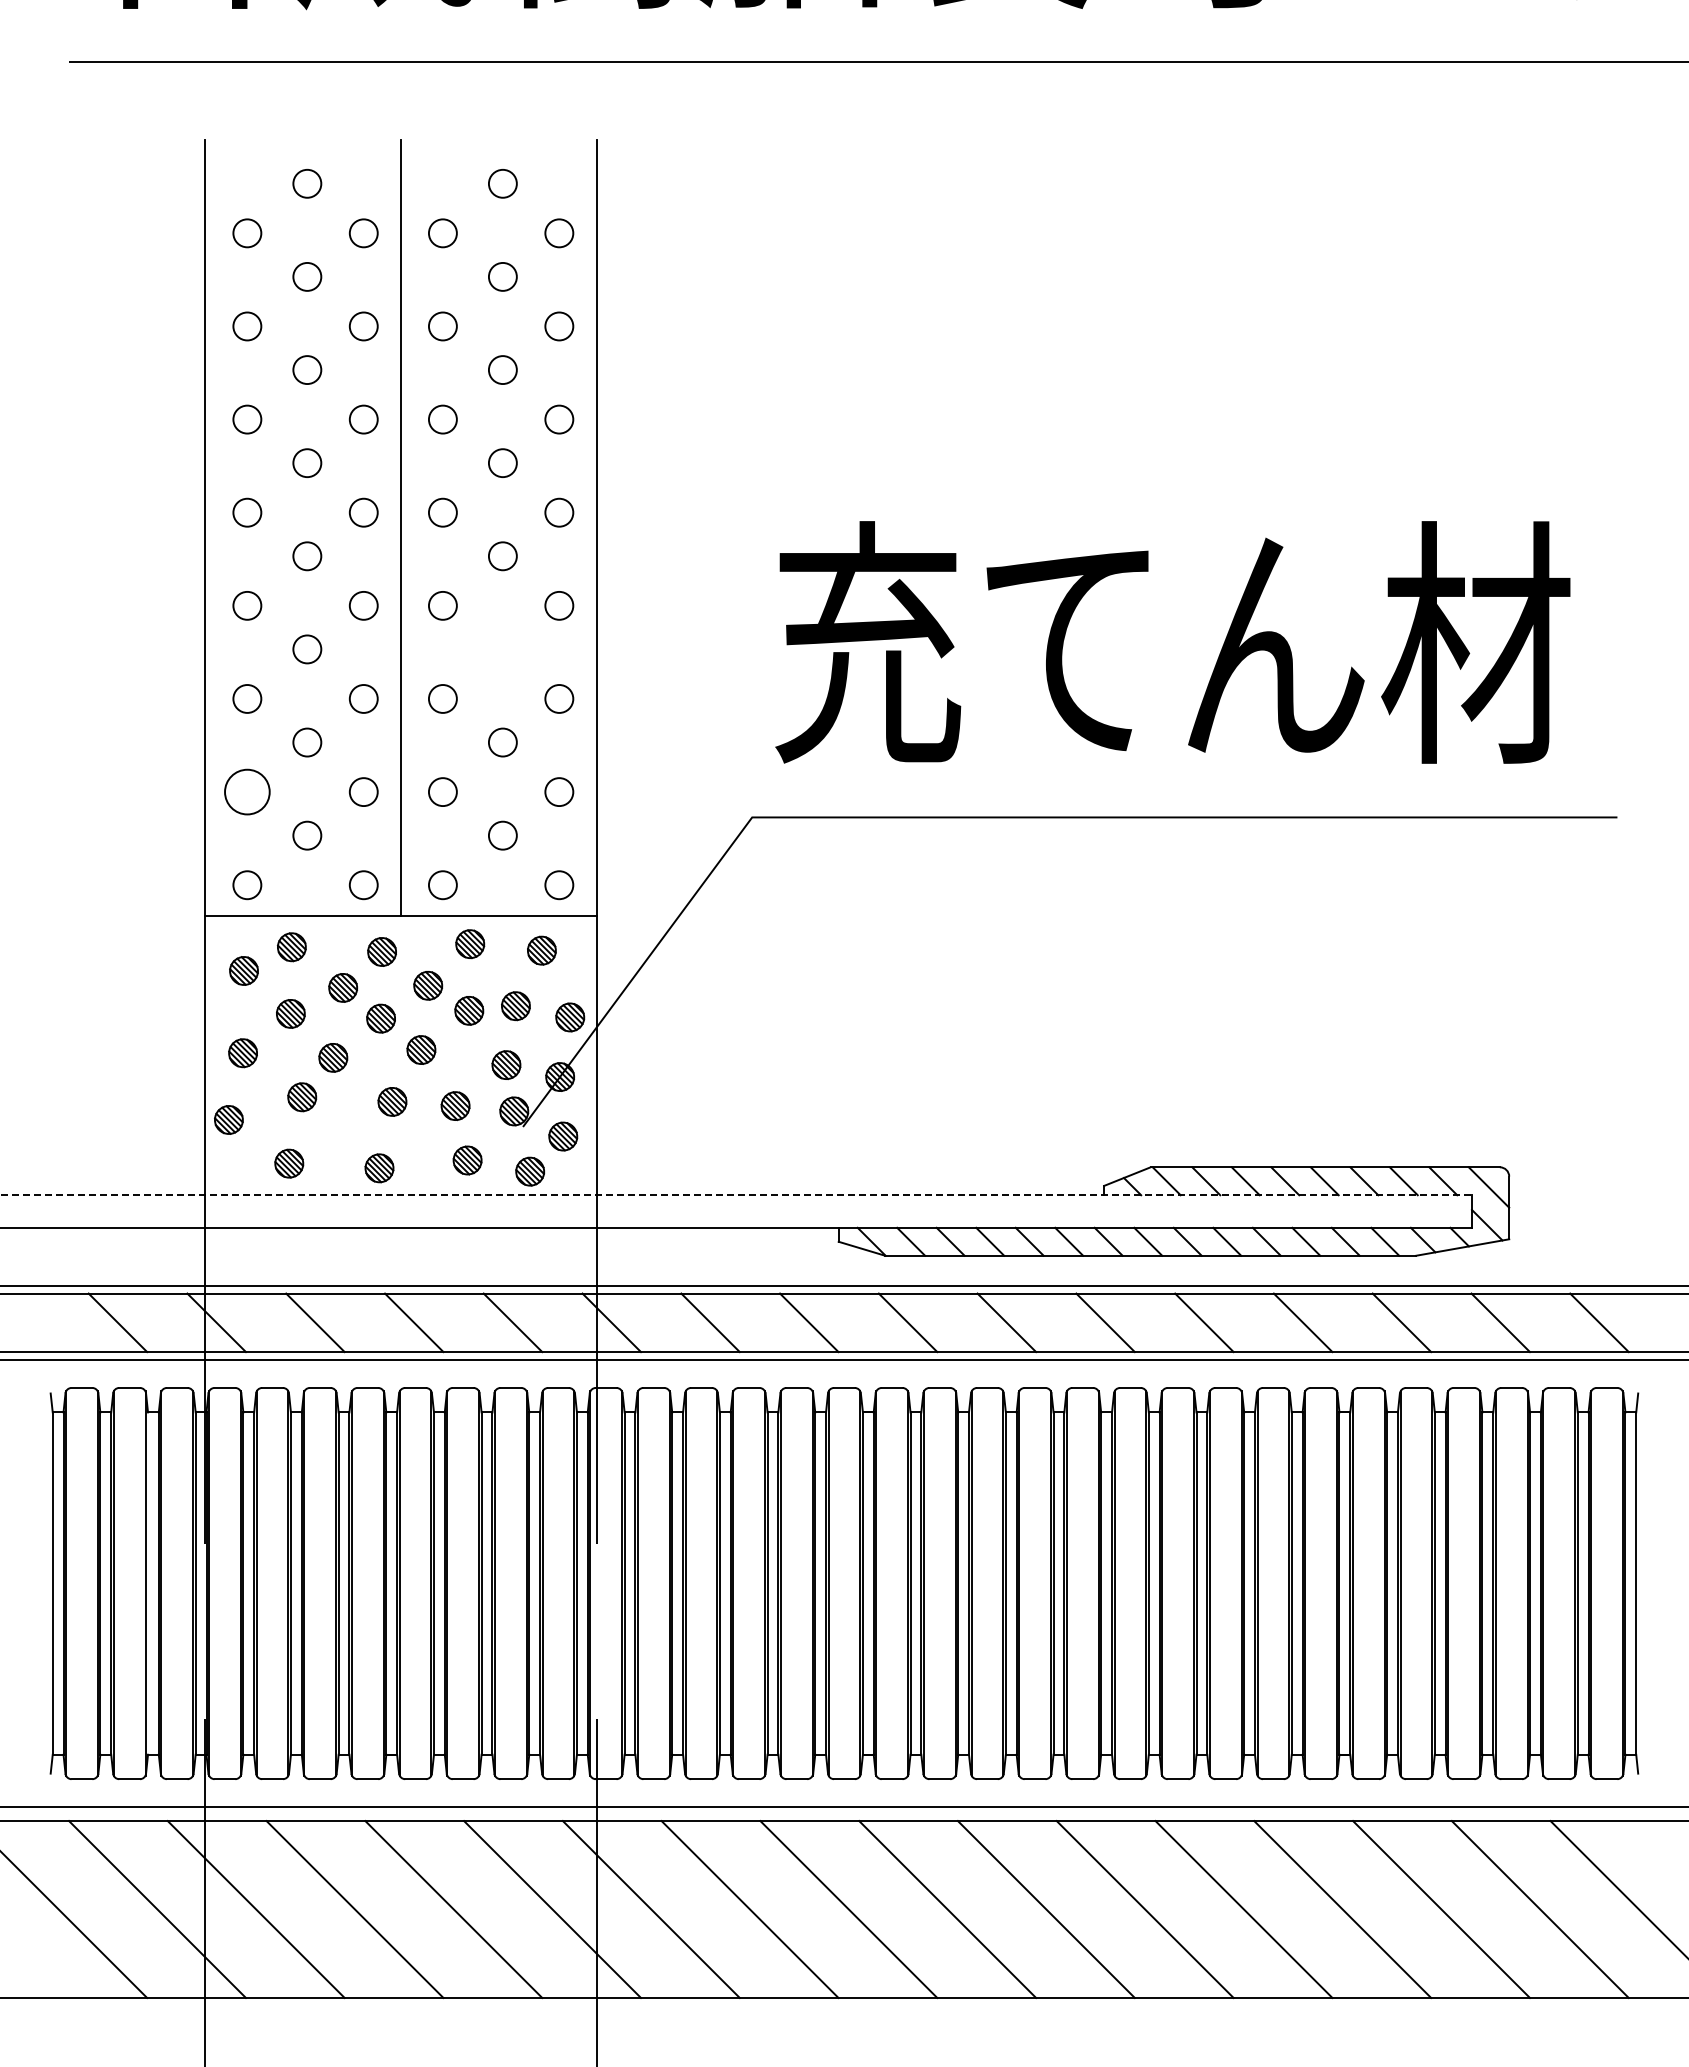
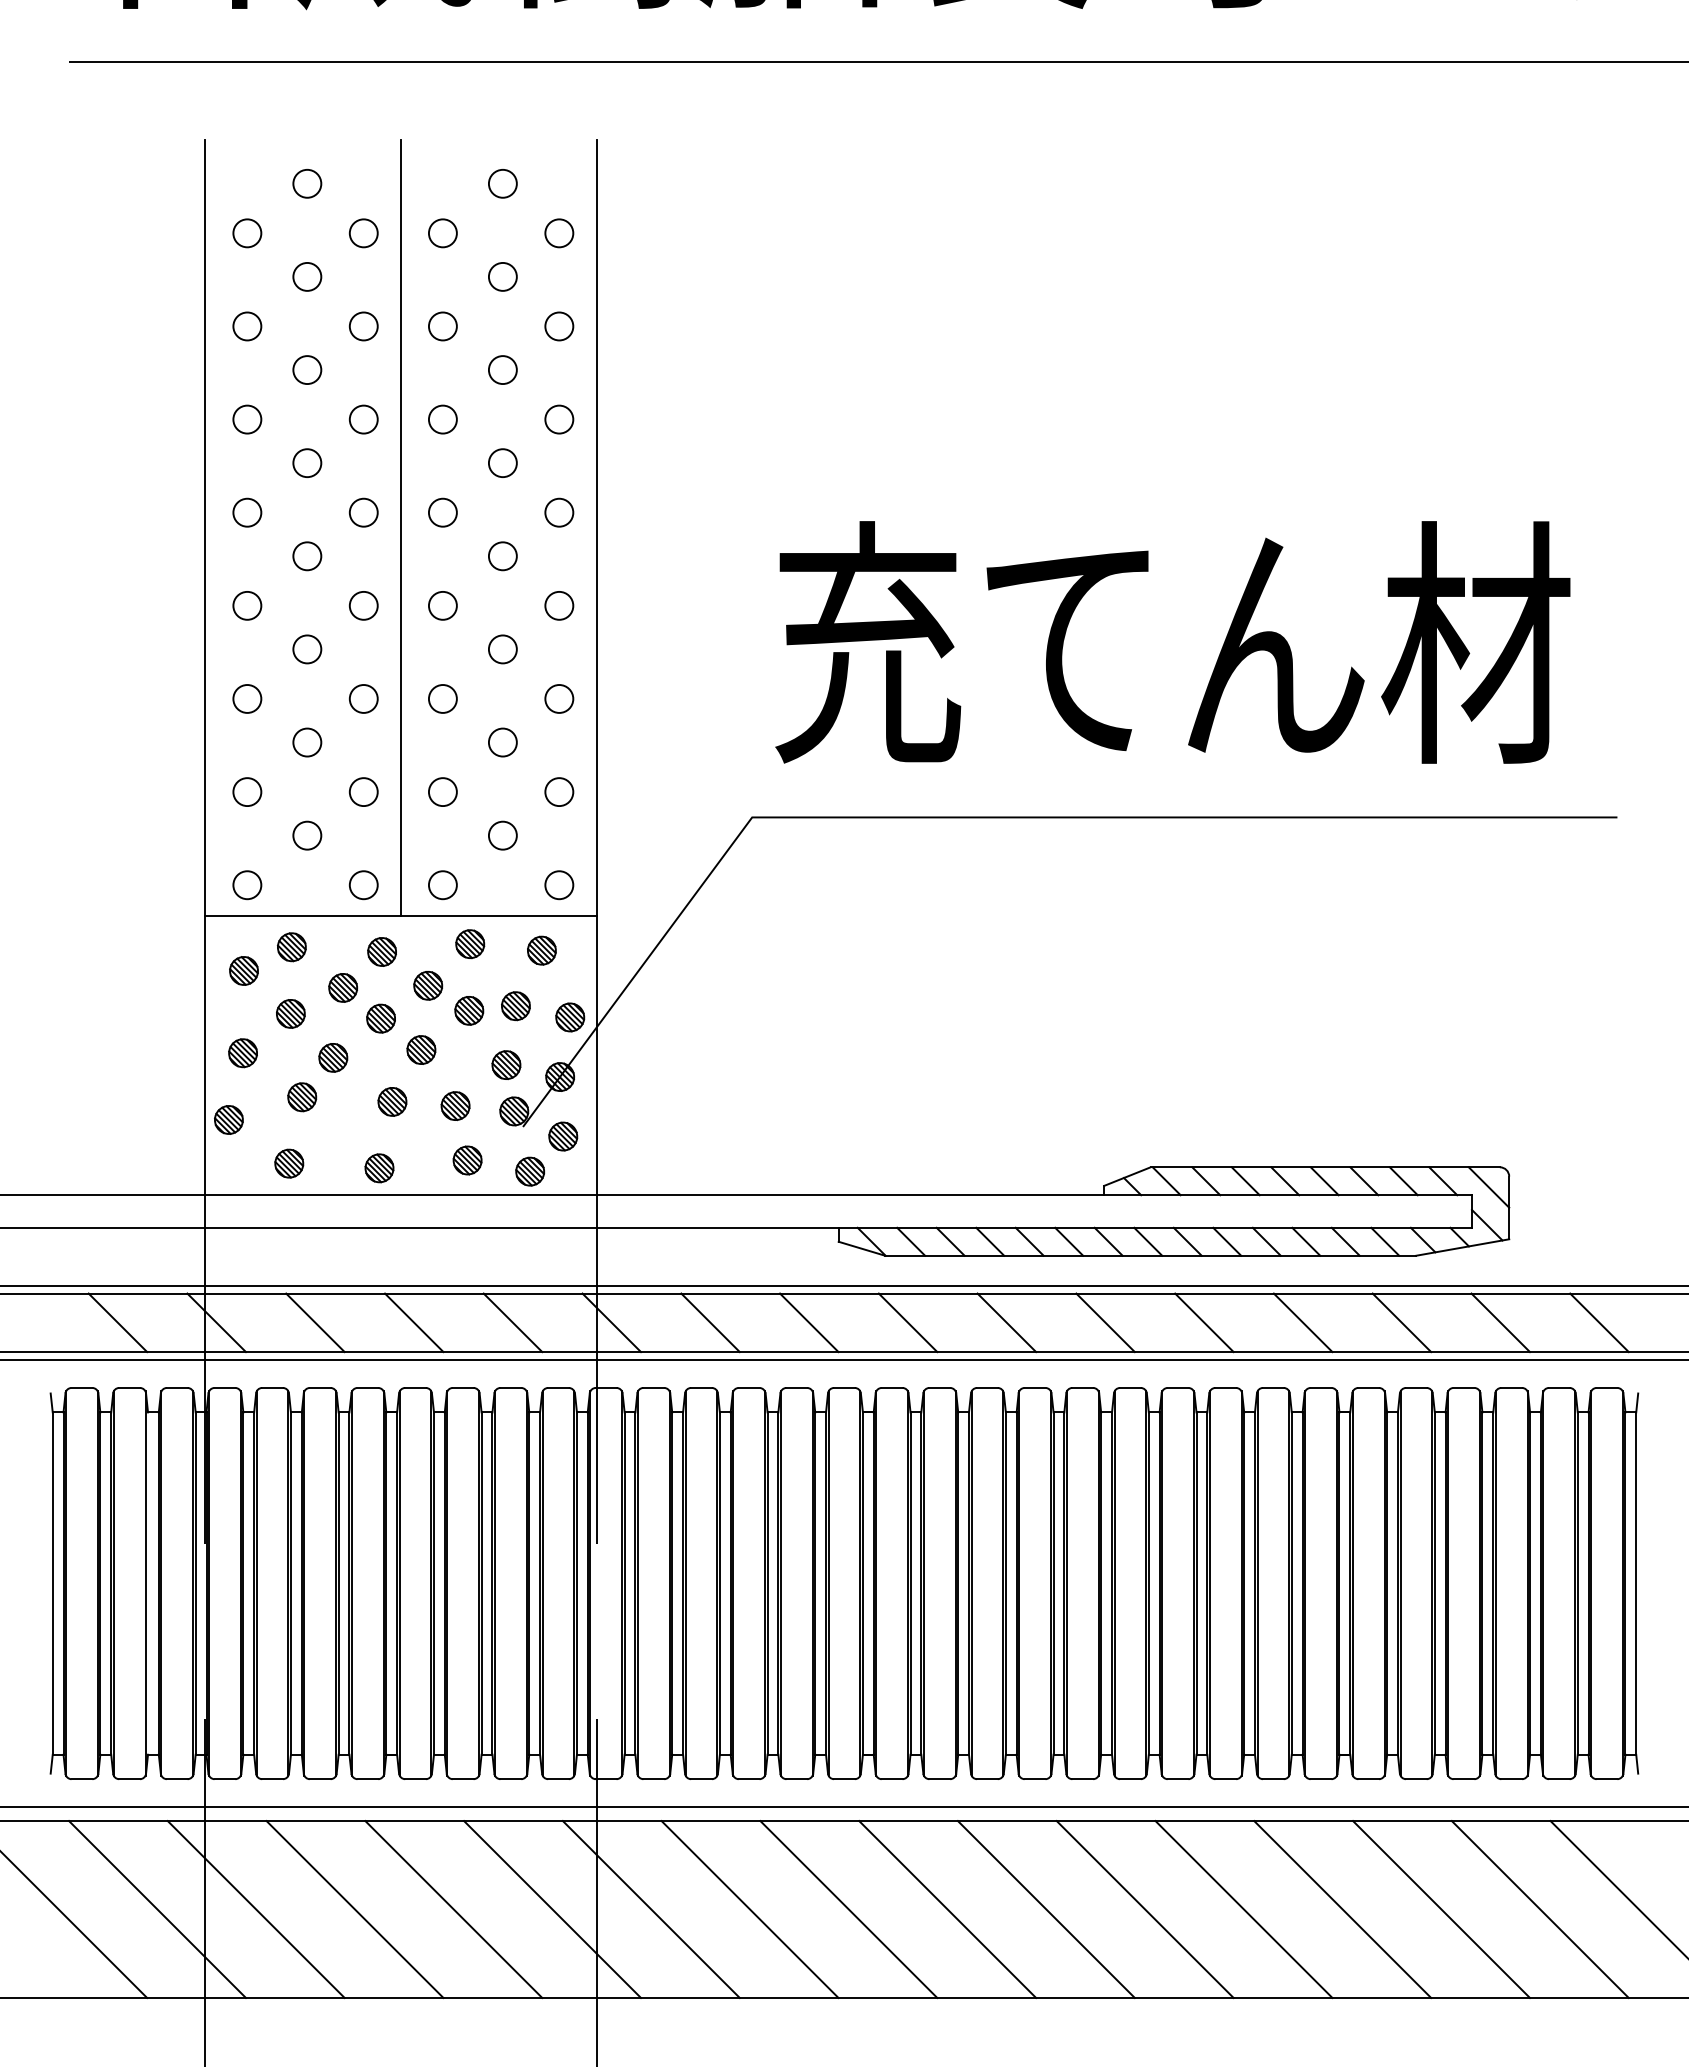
circle at (502, 649): none -> present
circle at (247, 791) diameter: 45 px -> 28 px
line at (736, 1195): dashed -> solid
